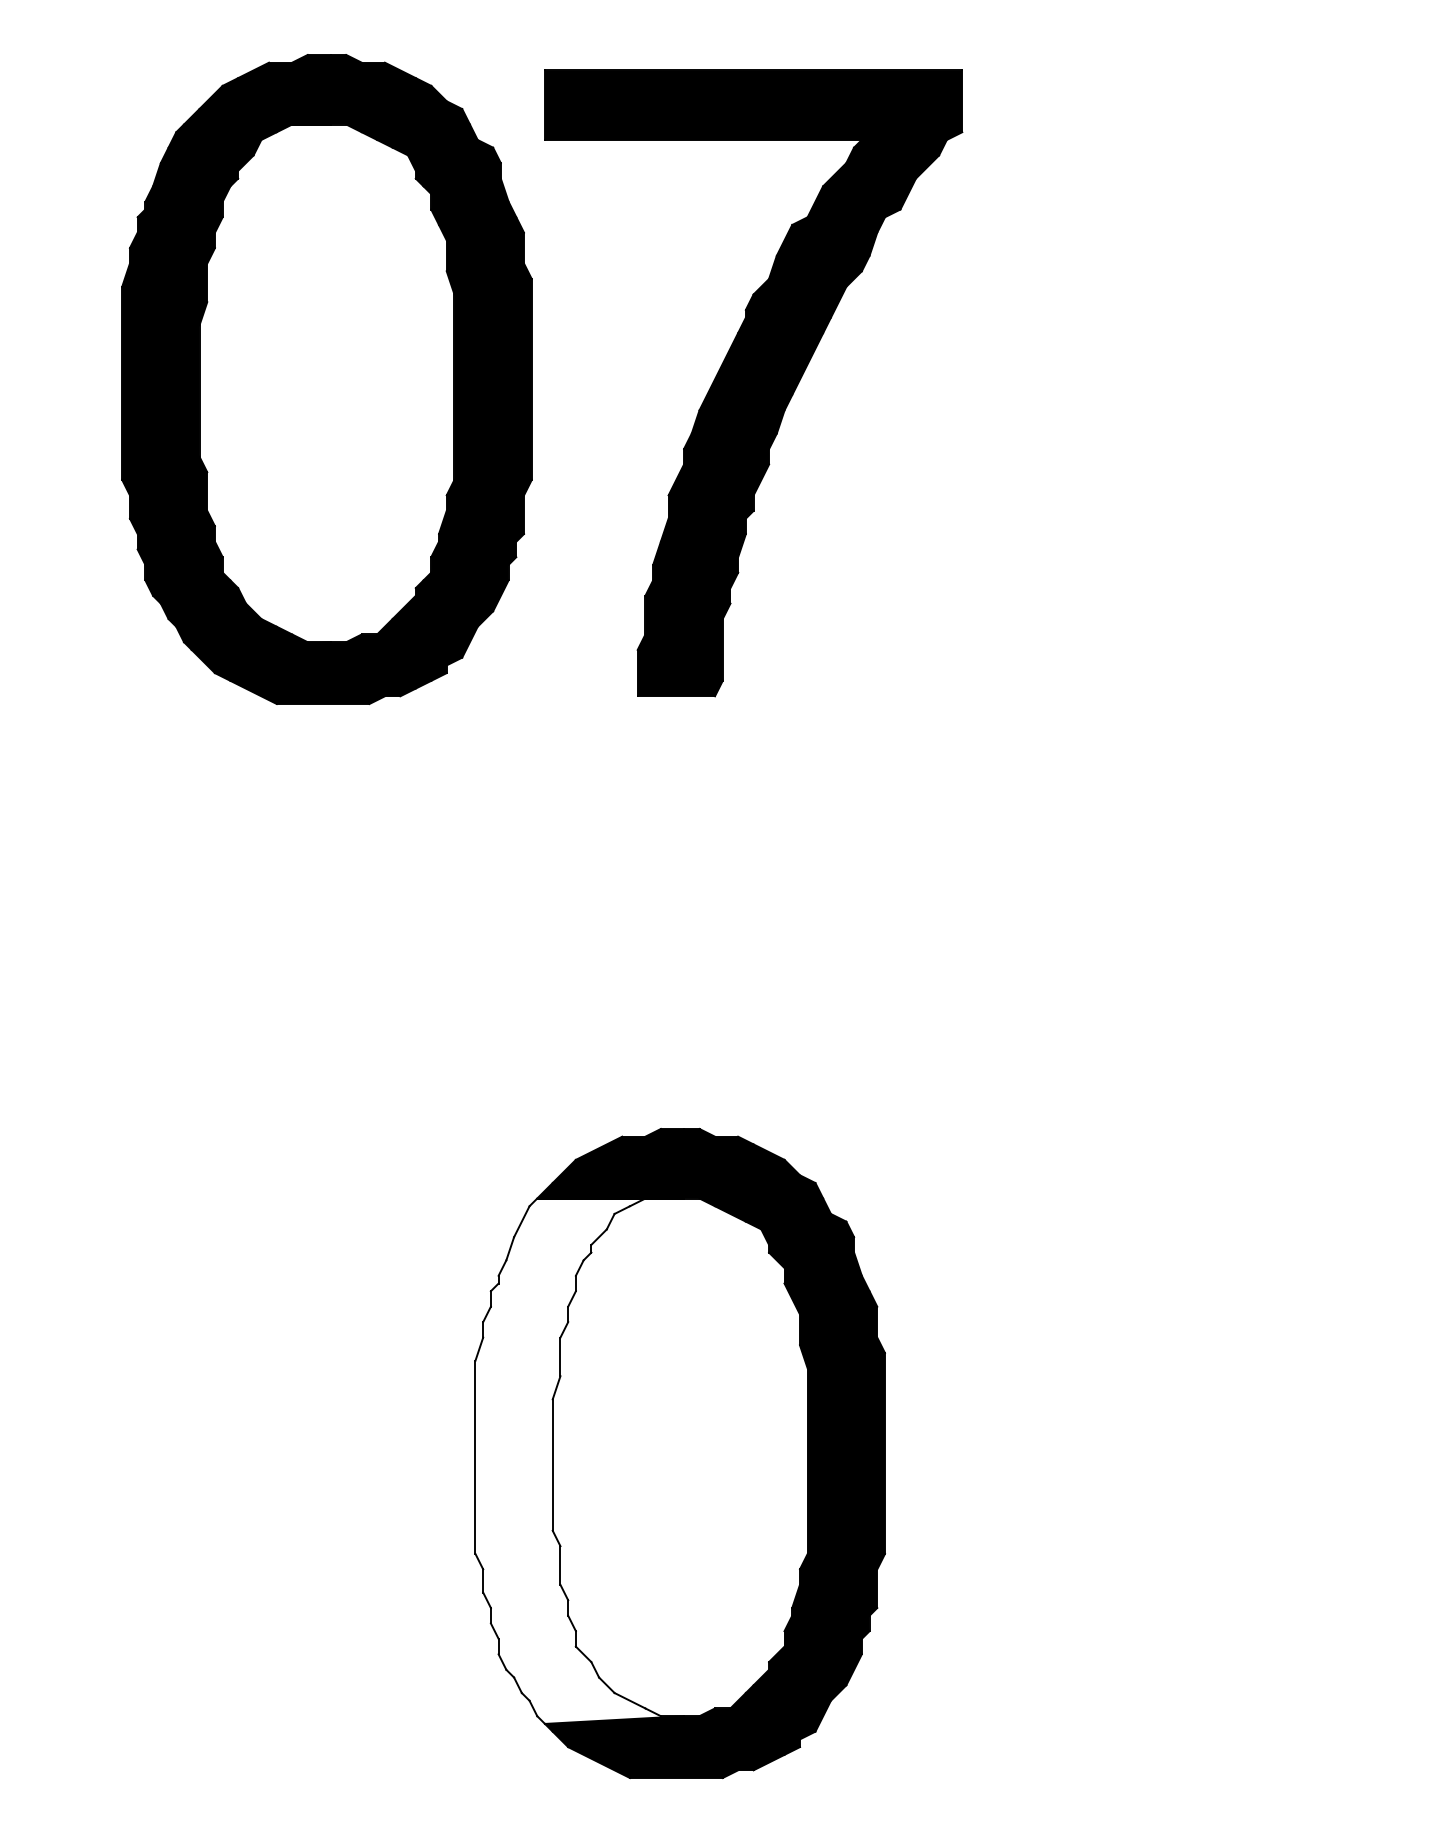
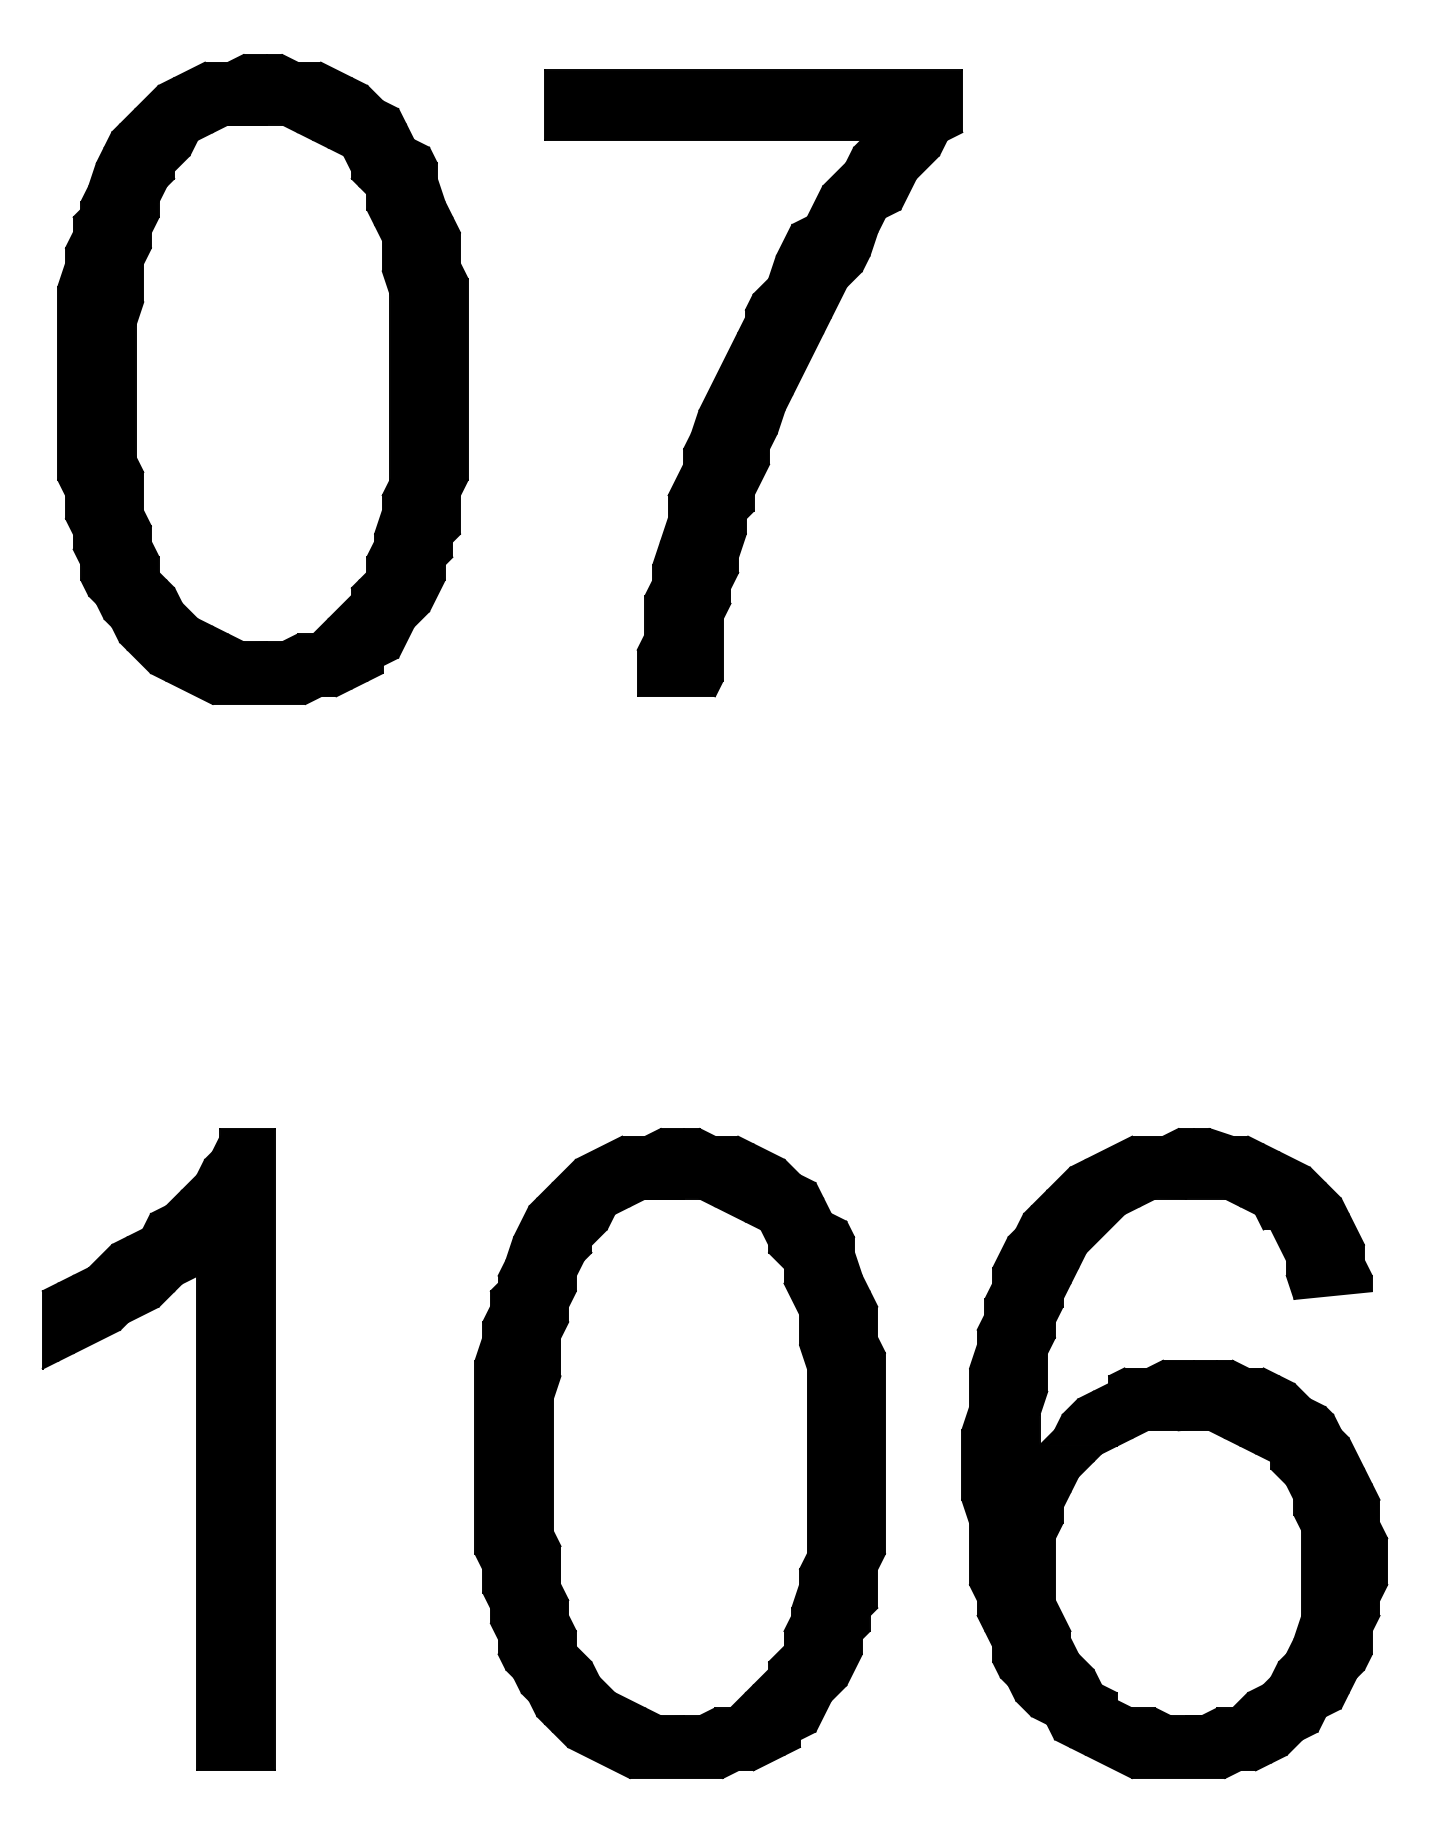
part at (326, 379) position: (326, 379) -> (262, 379)
part at (196, 1449): none -> present
part at (1174, 1453): none -> present
fill at (579, 1460): none -> present
